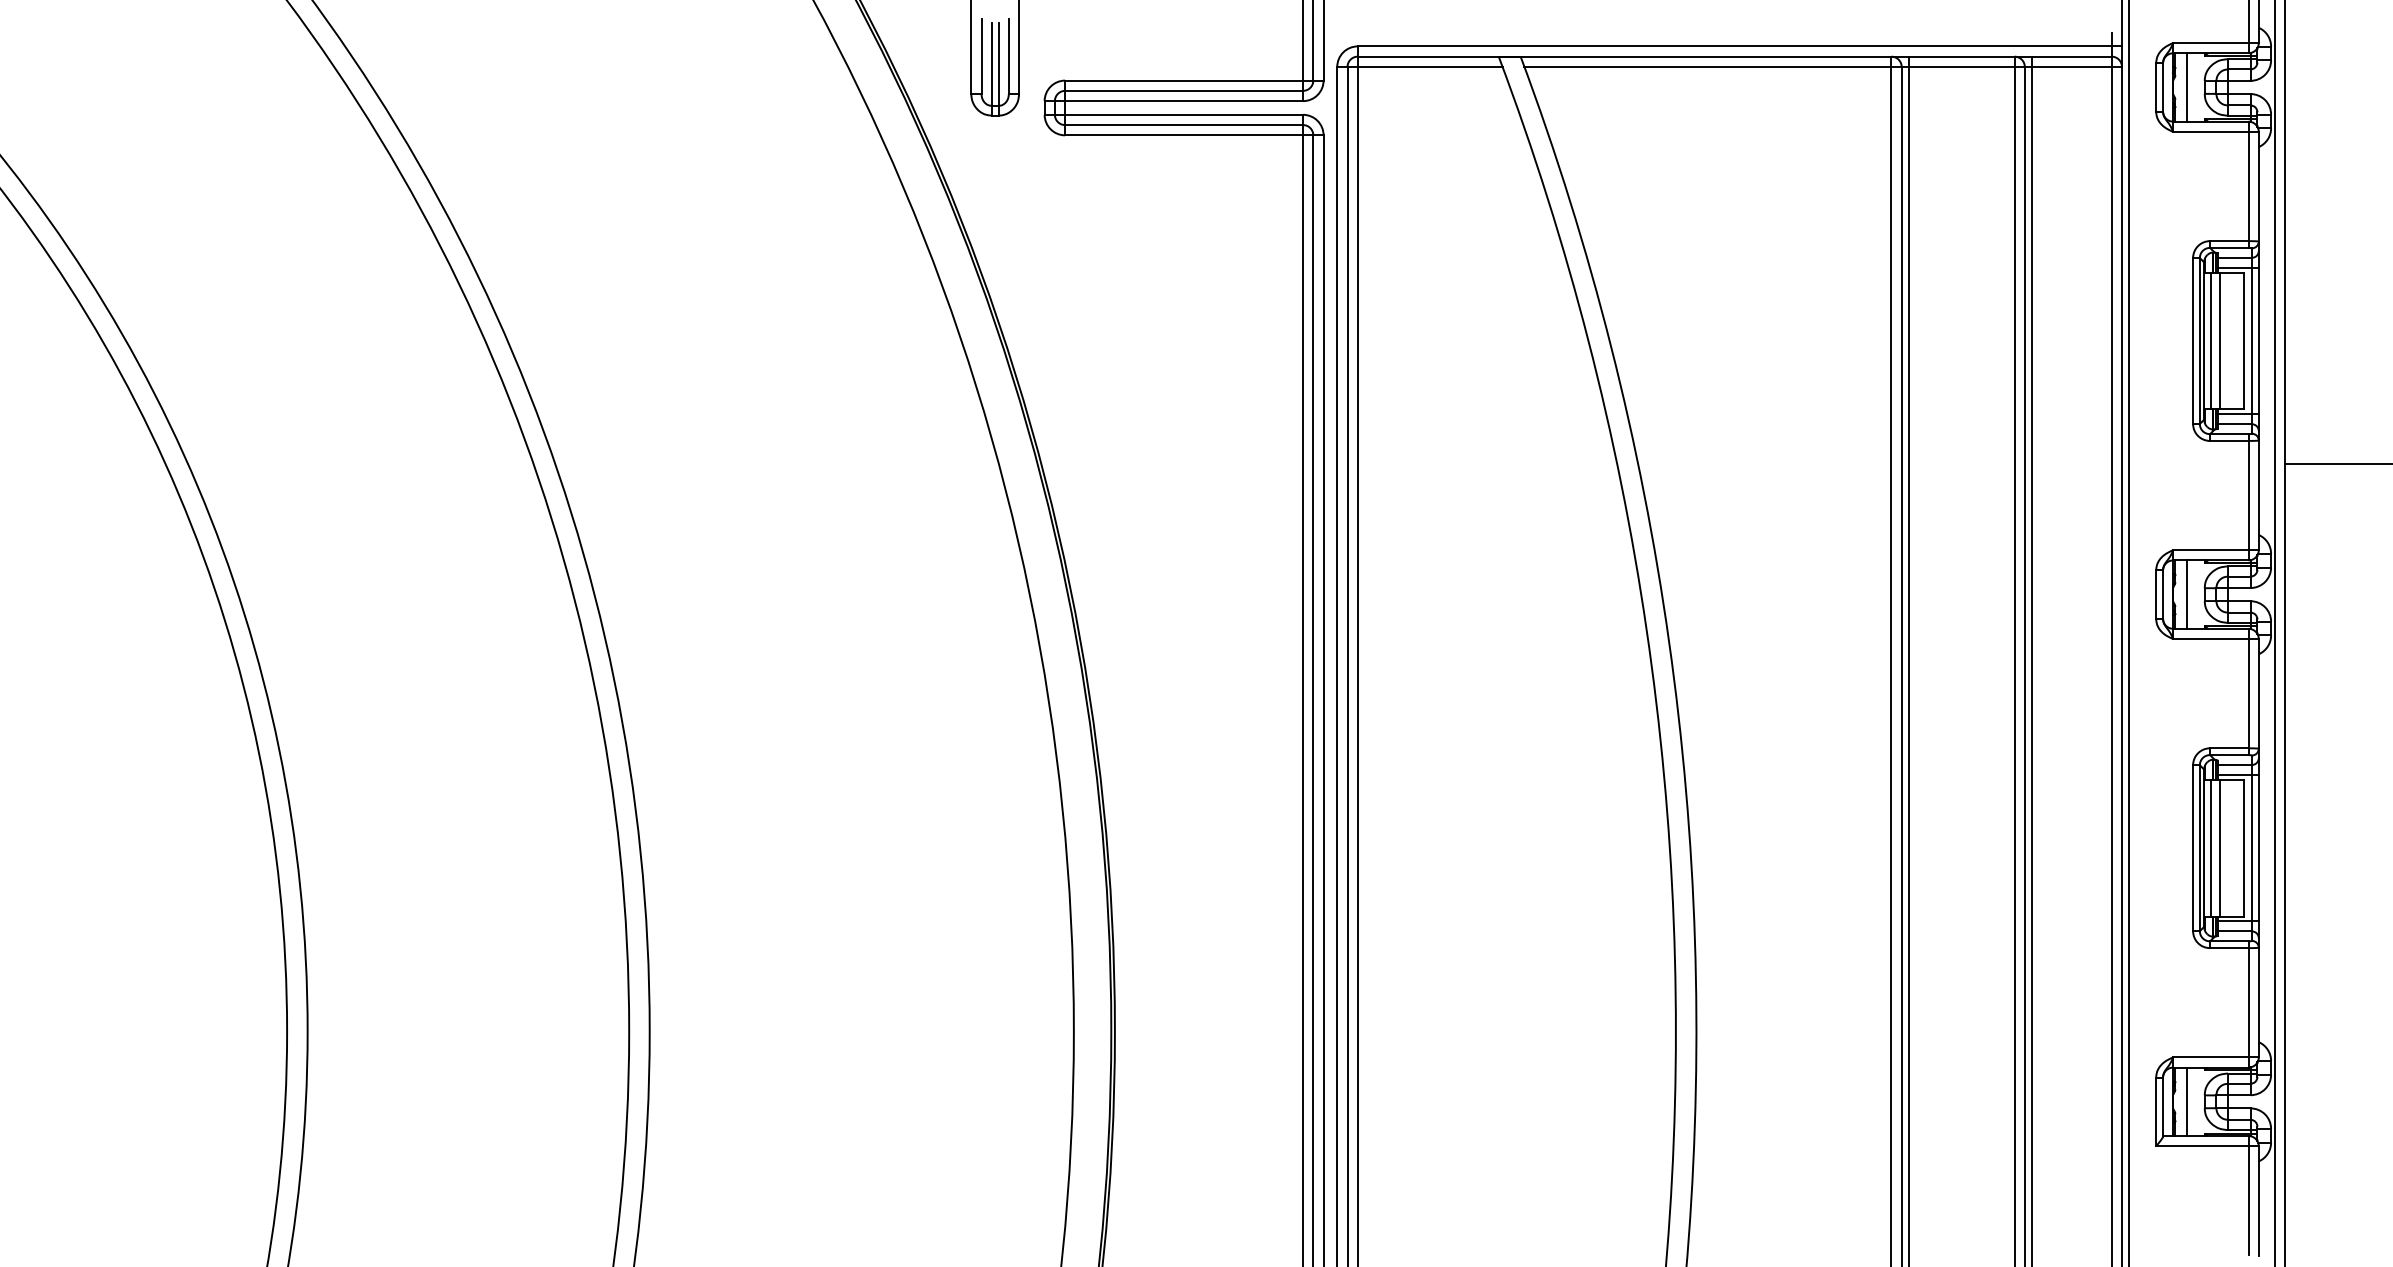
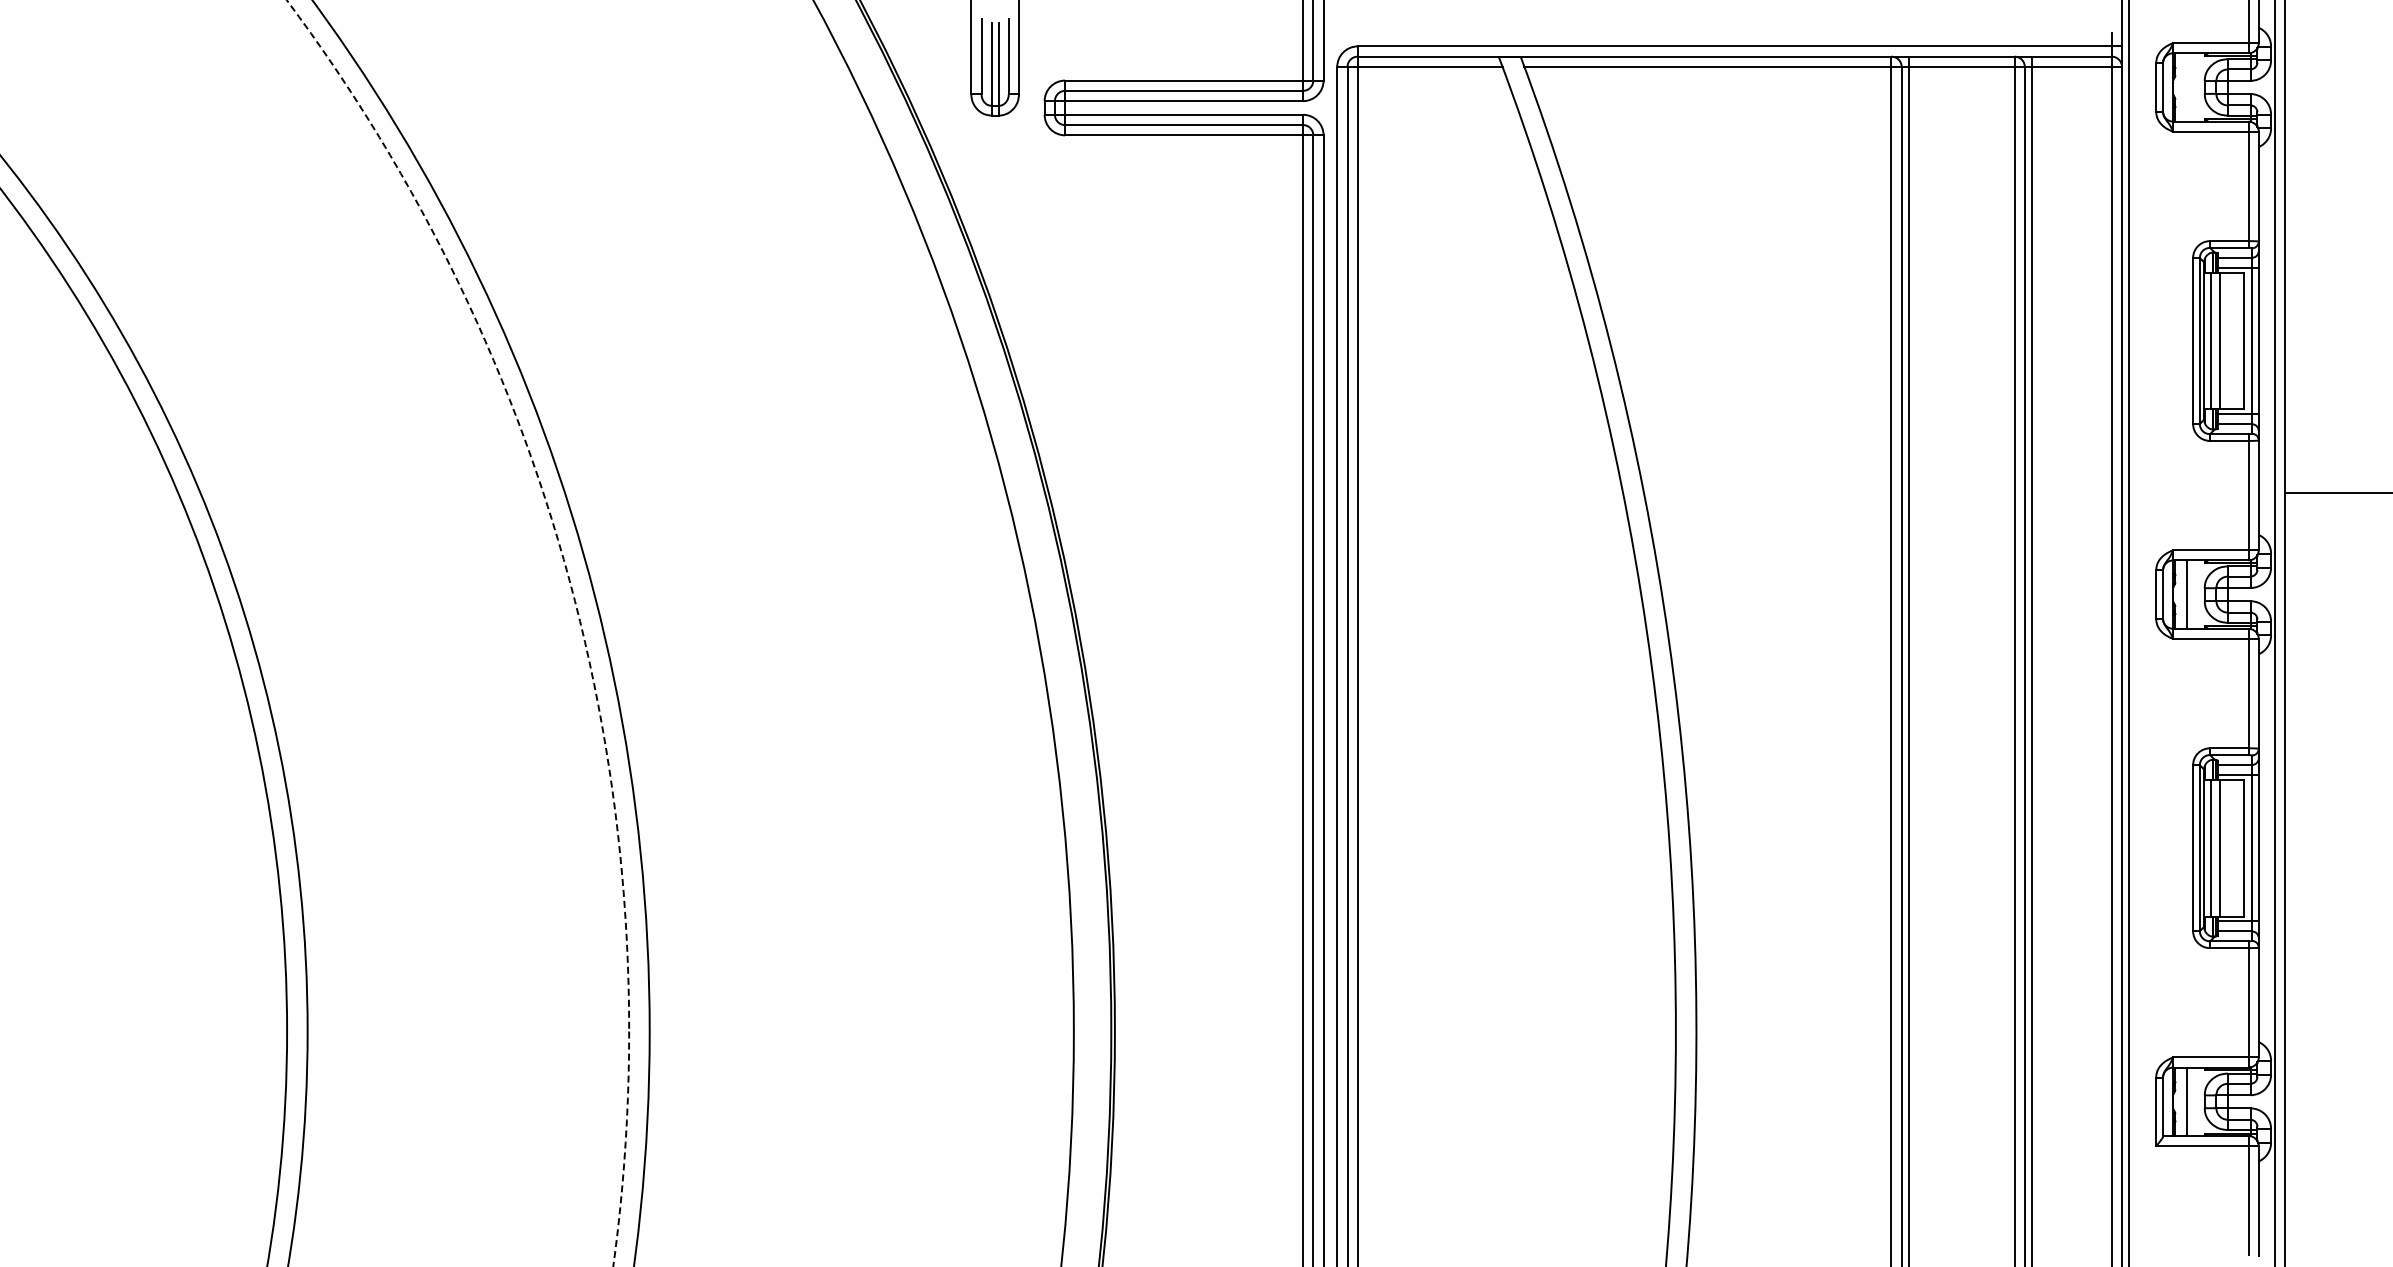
line at (2186, 87): present -> none
line at (2336, 463) position: (2336, 463) -> (2336, 492)
circle at (457, 633): solid -> dashed
